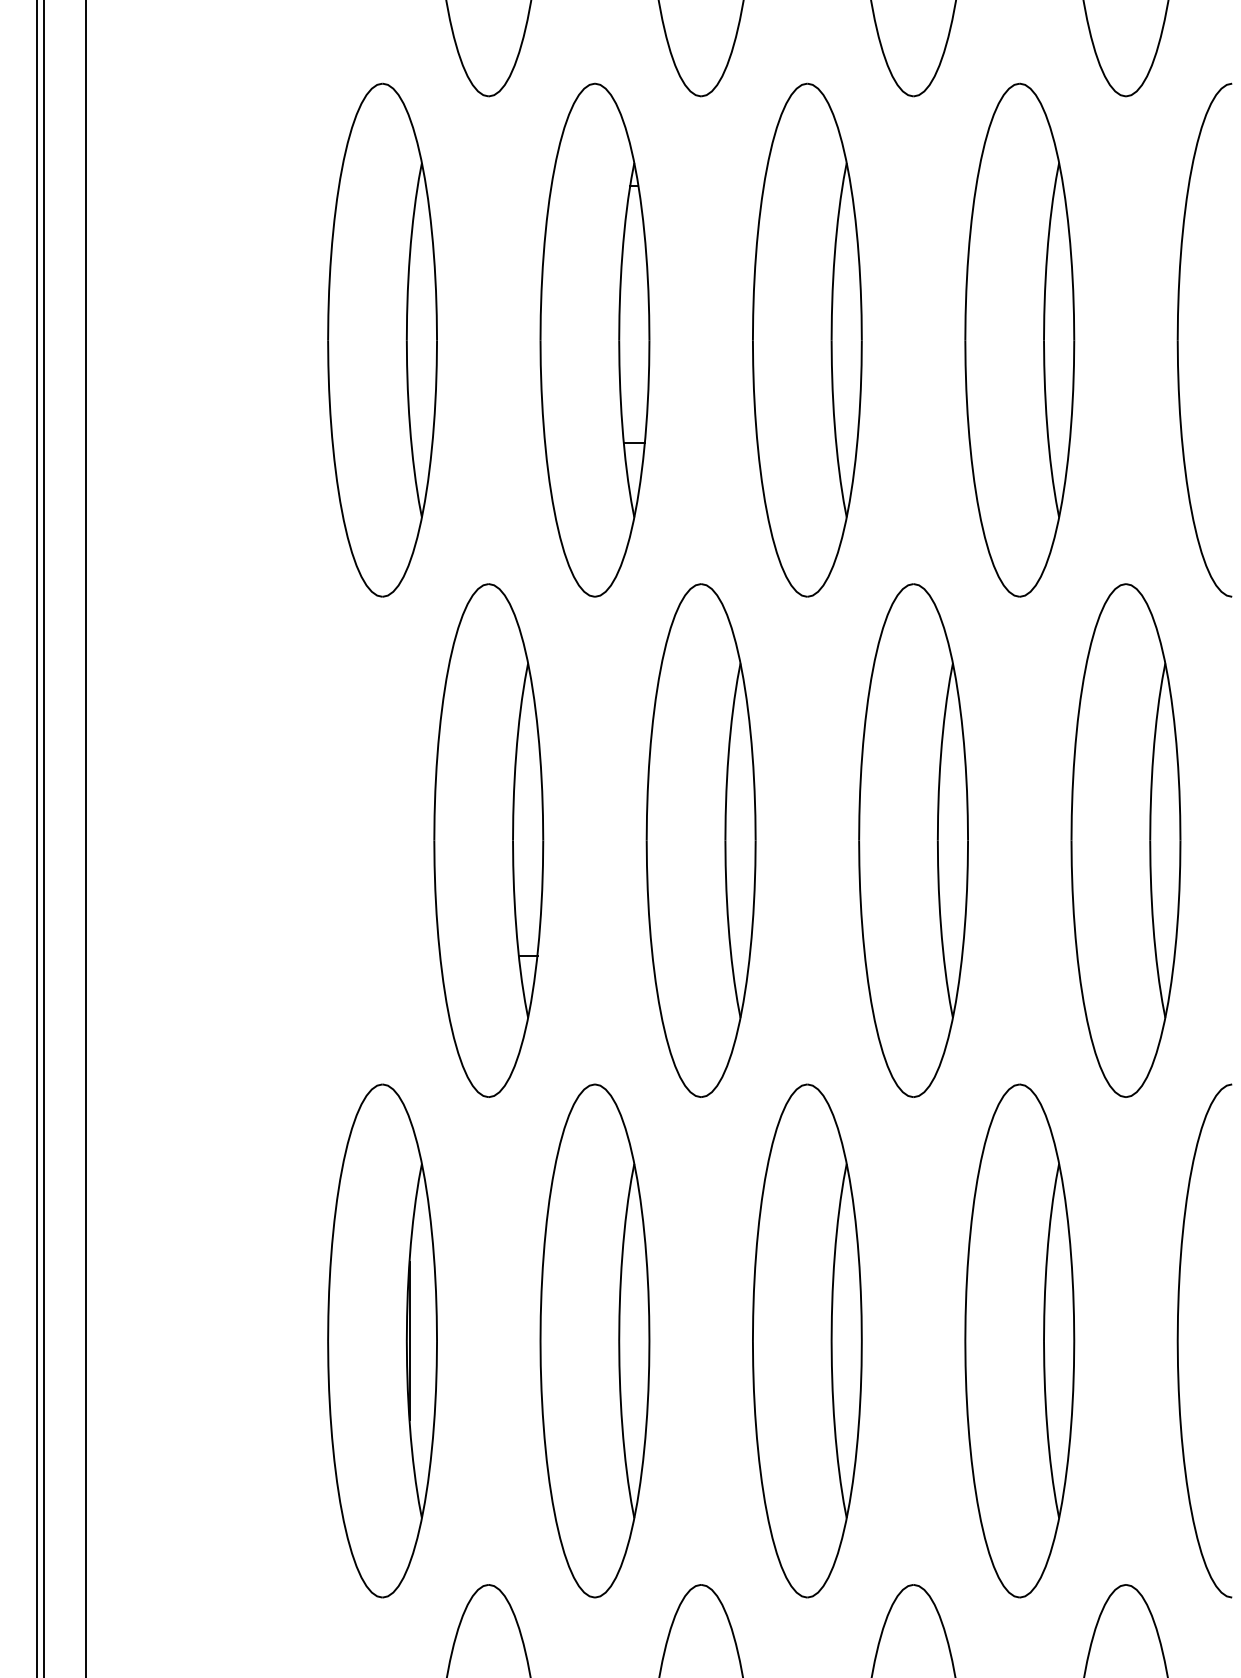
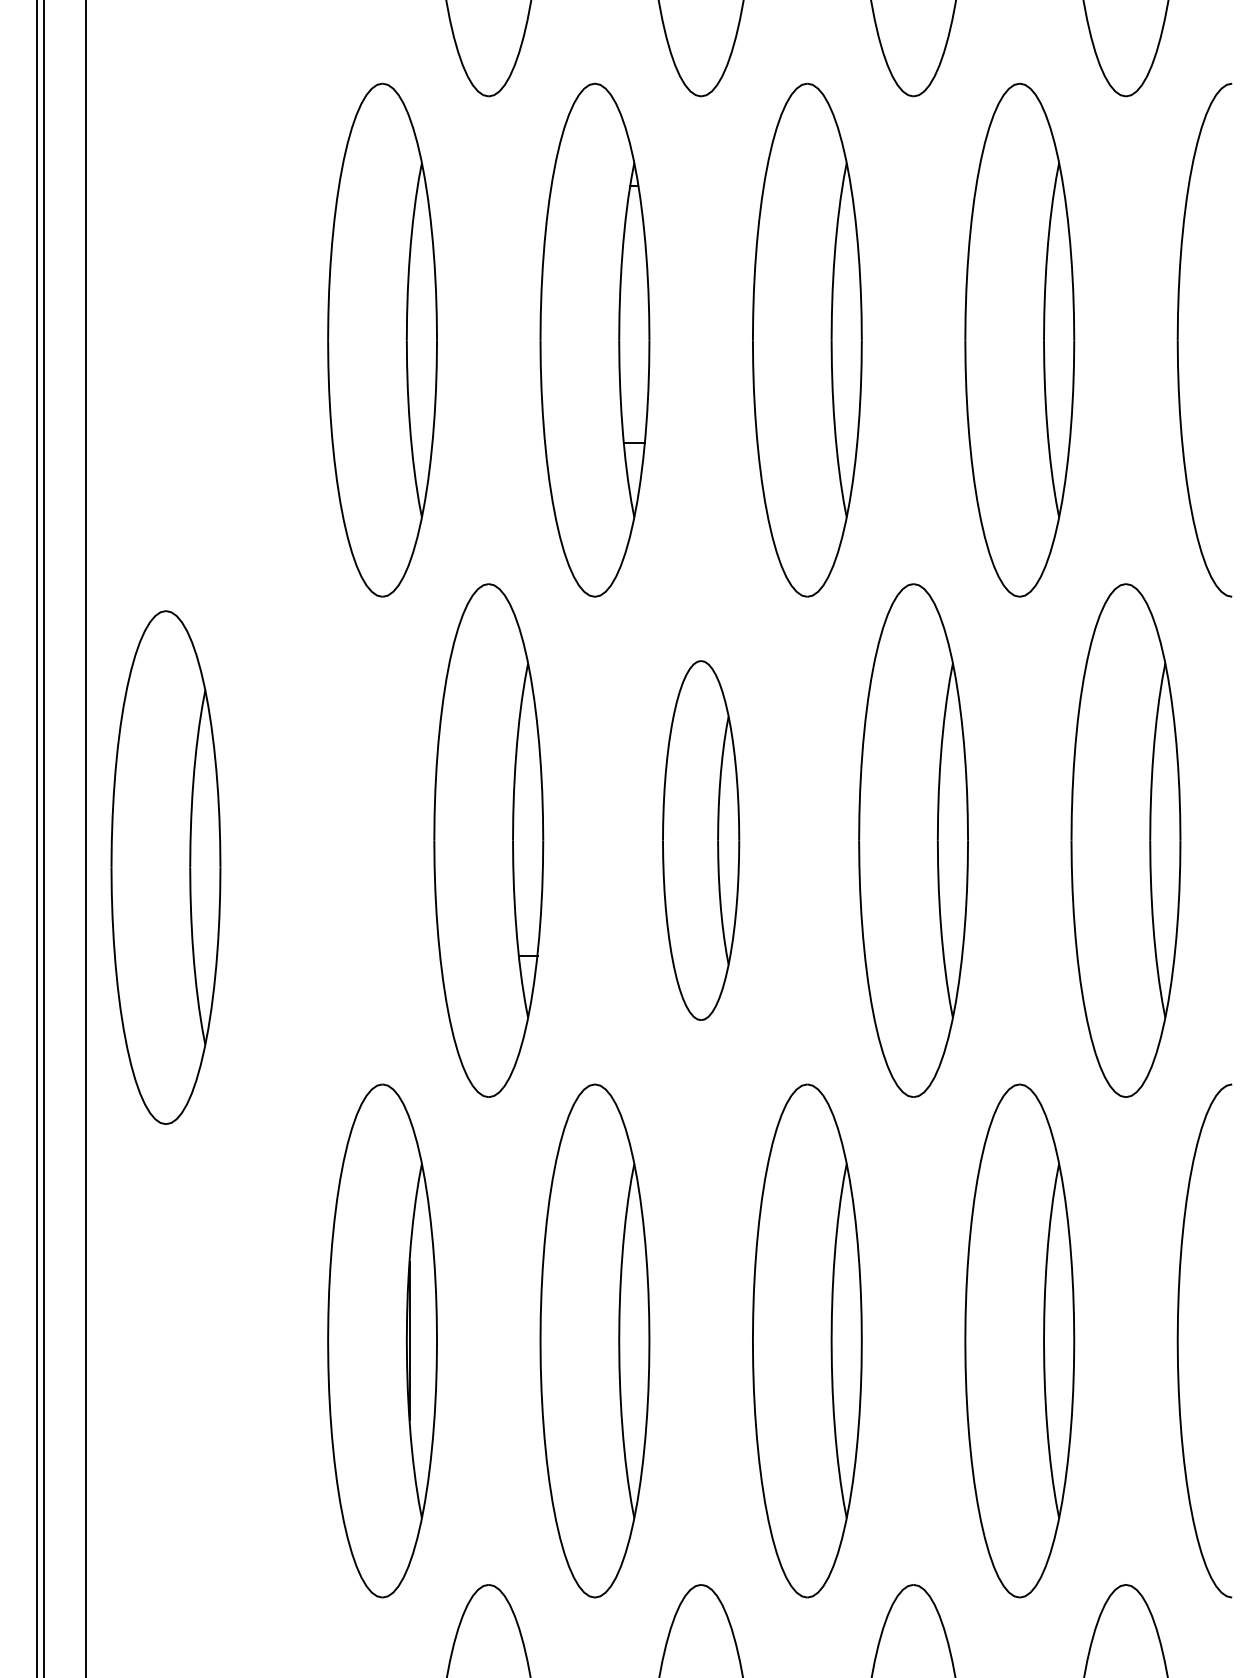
part at (700, 840) size: 112x515 px -> 79x361 px
part at (165, 867): none -> present
